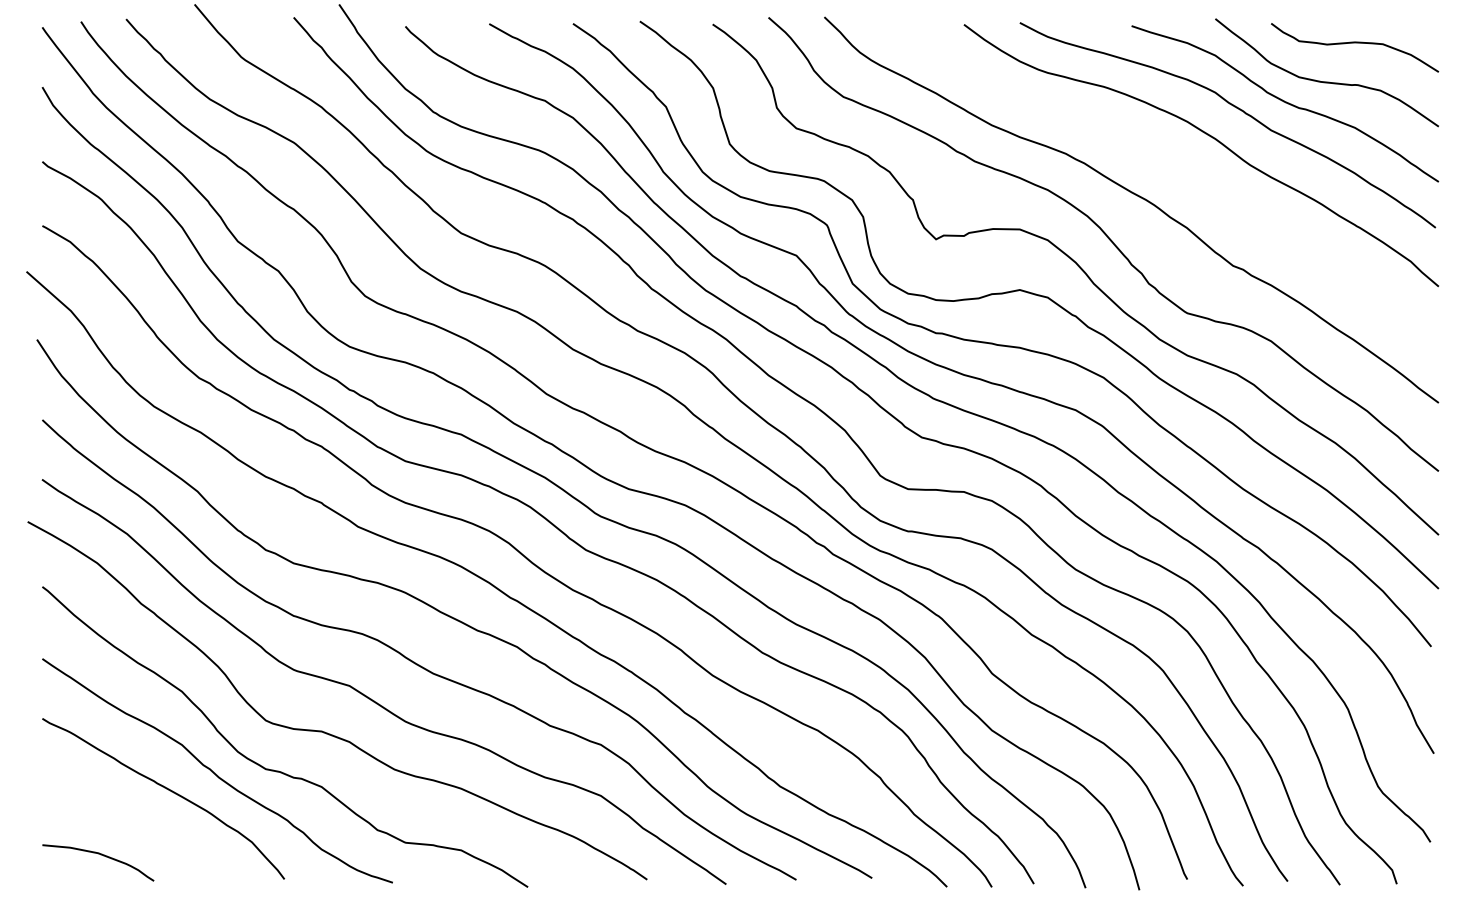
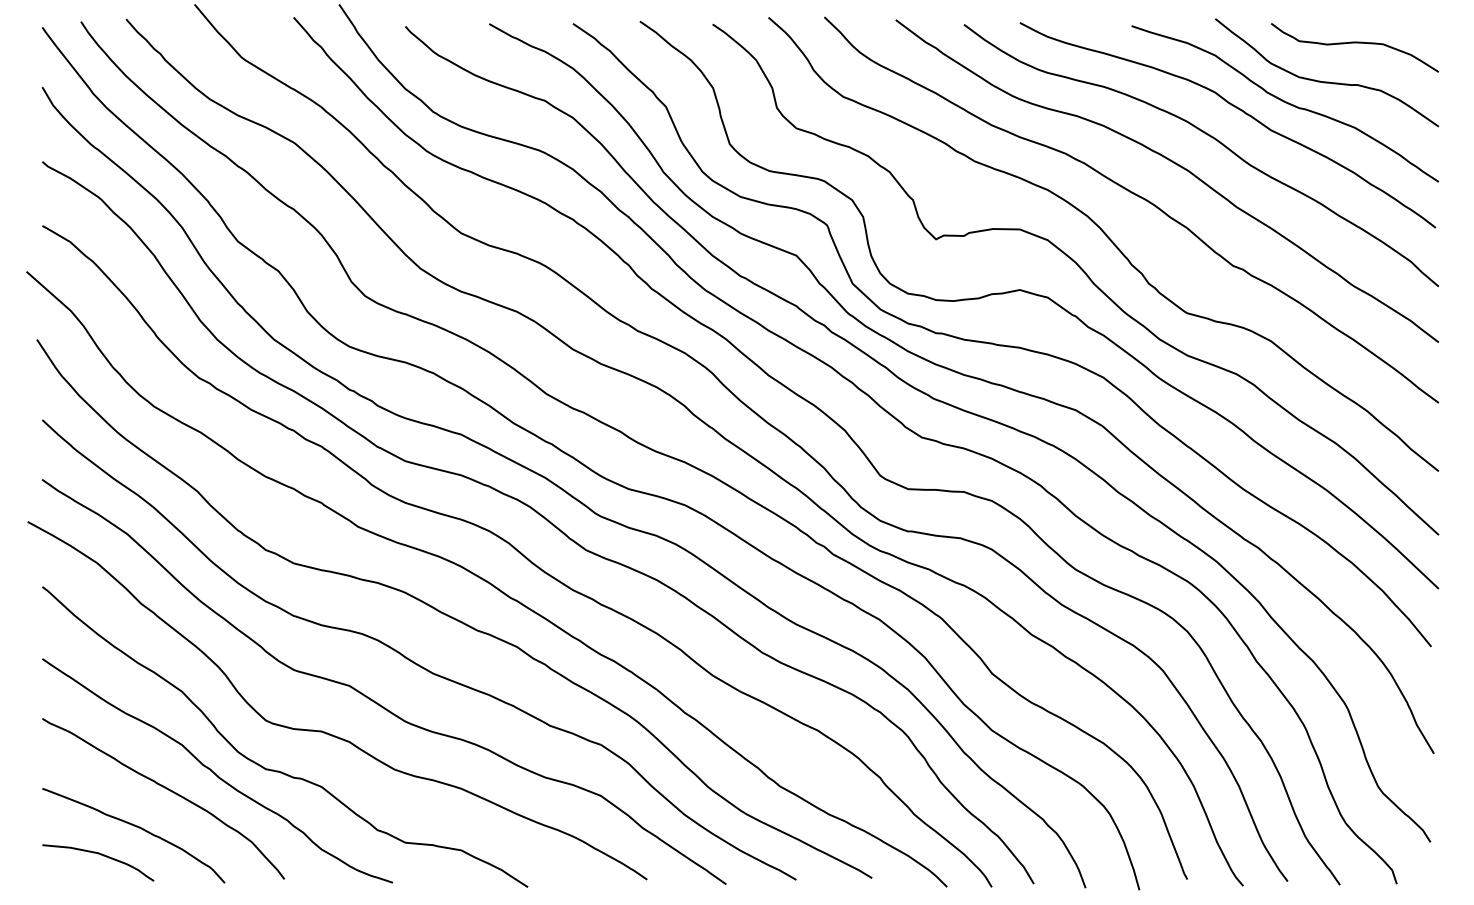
curve at (1178, 166): none -> present
curve at (136, 827): none -> present
